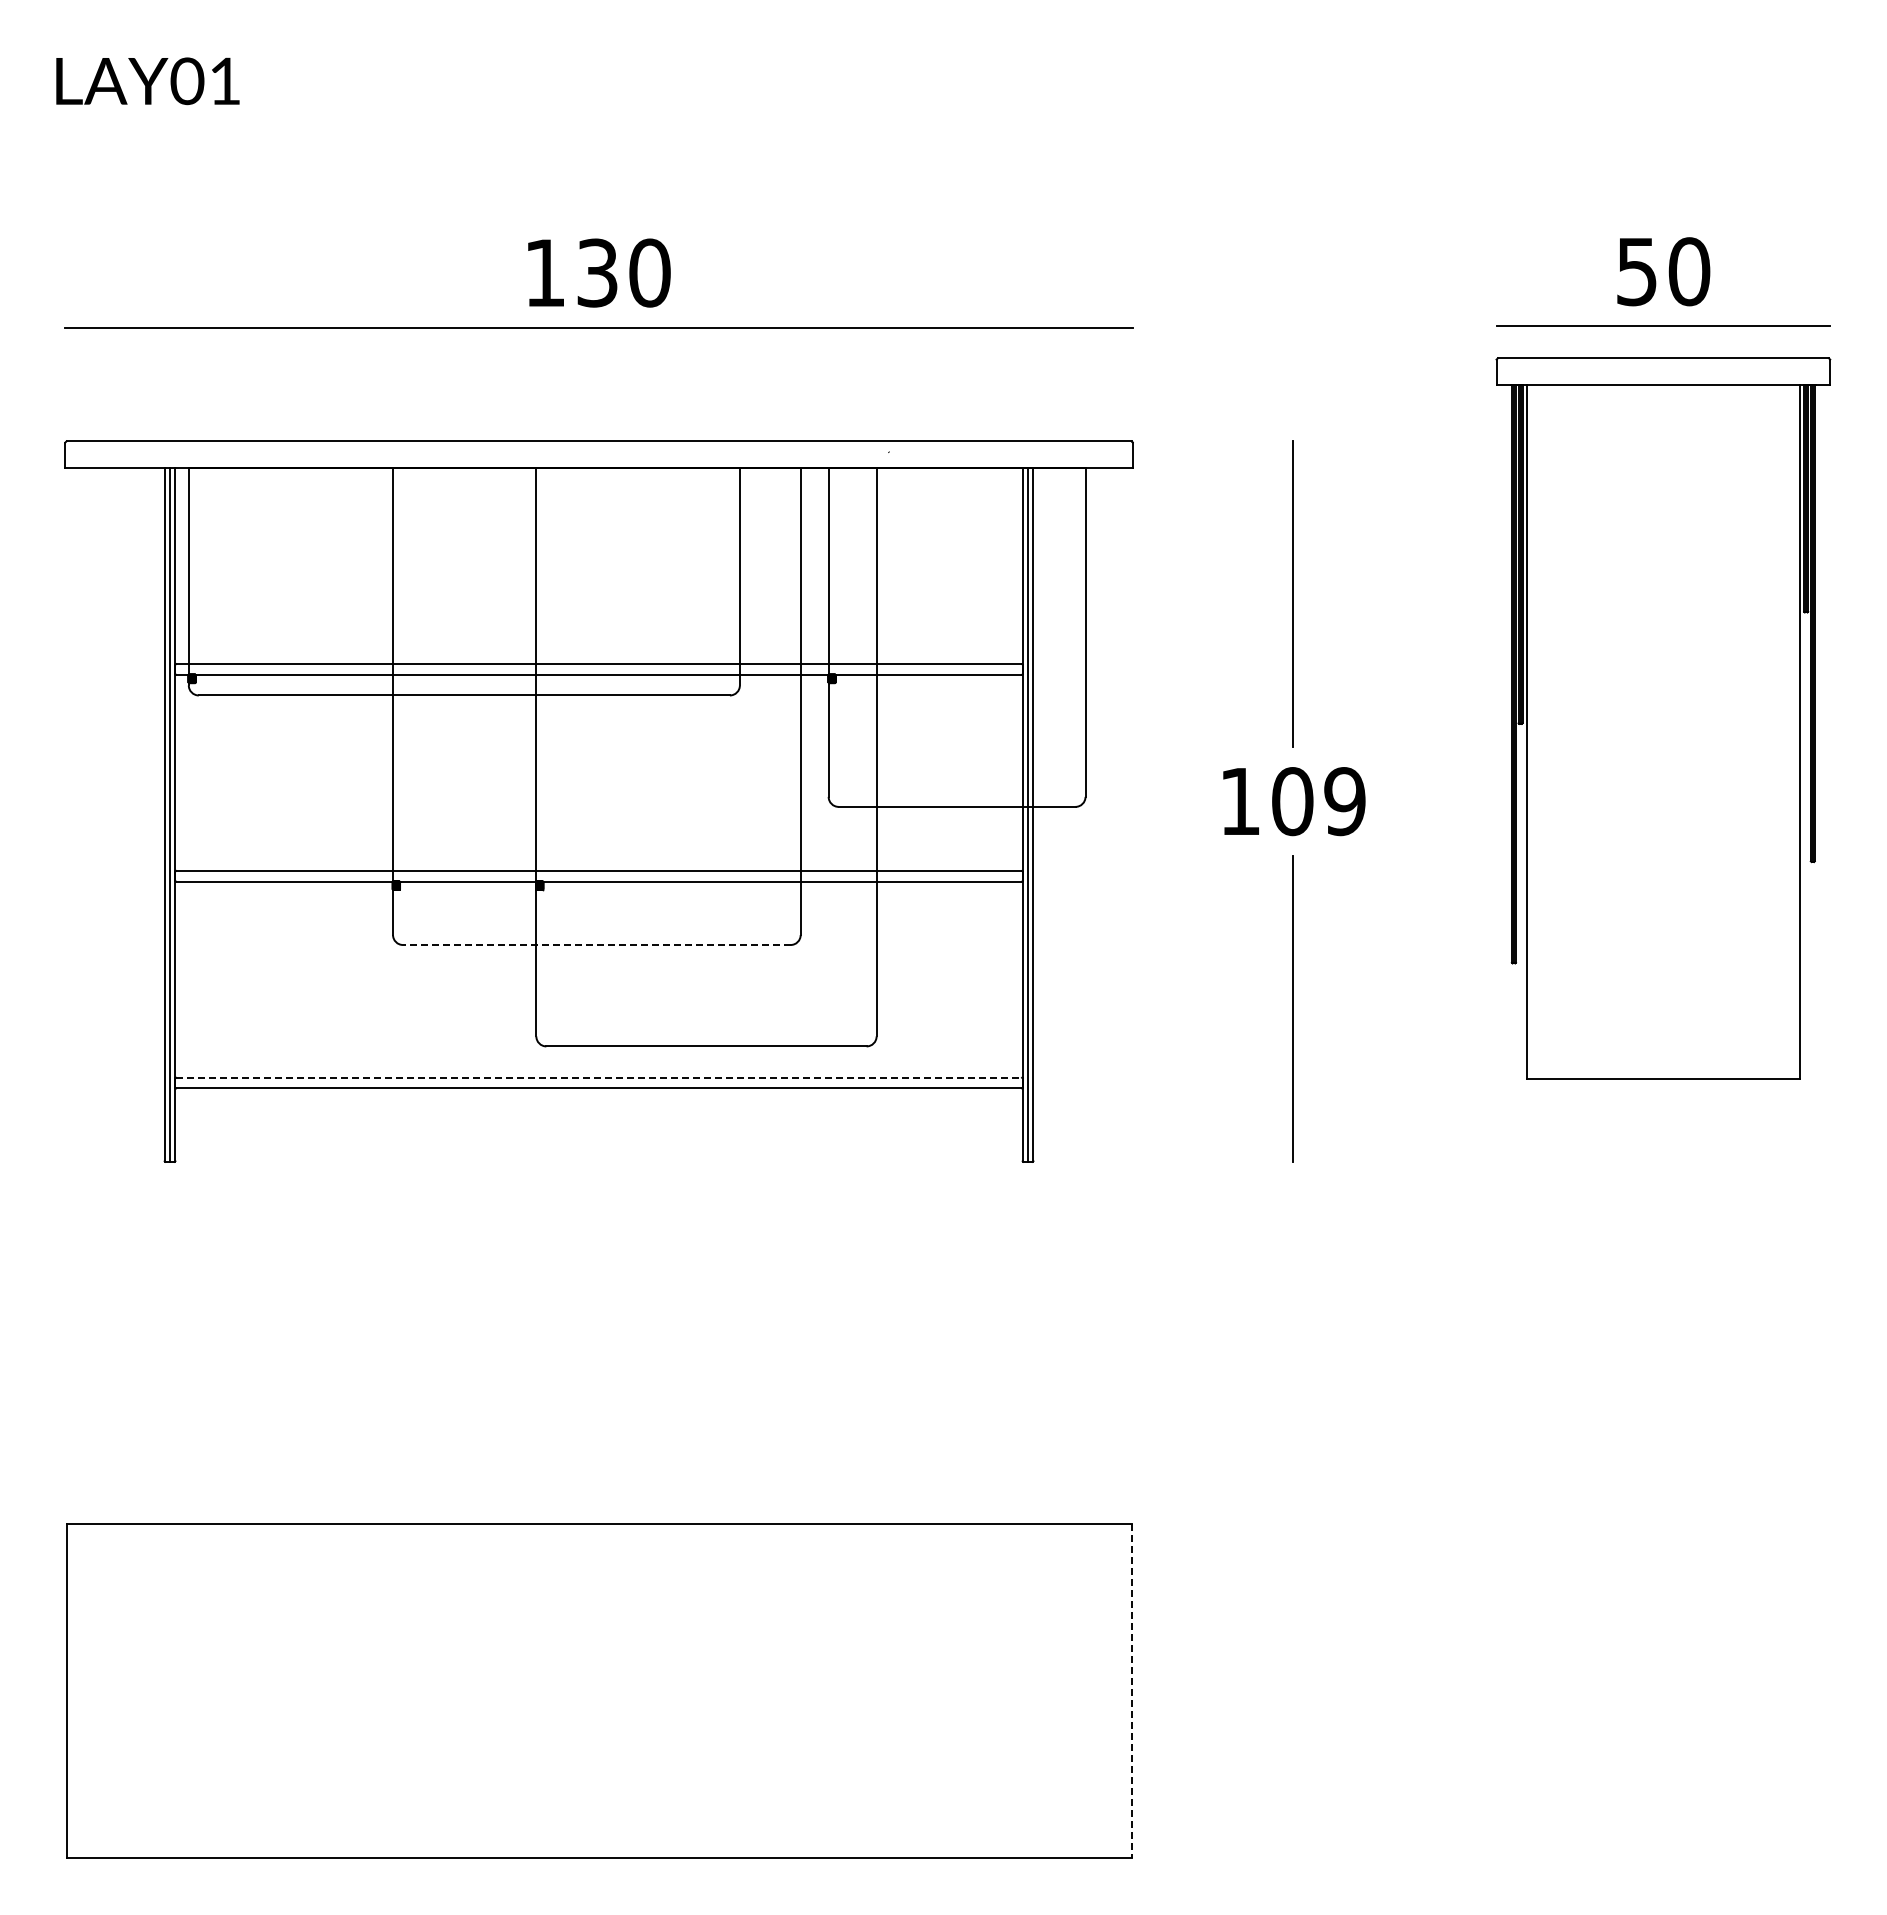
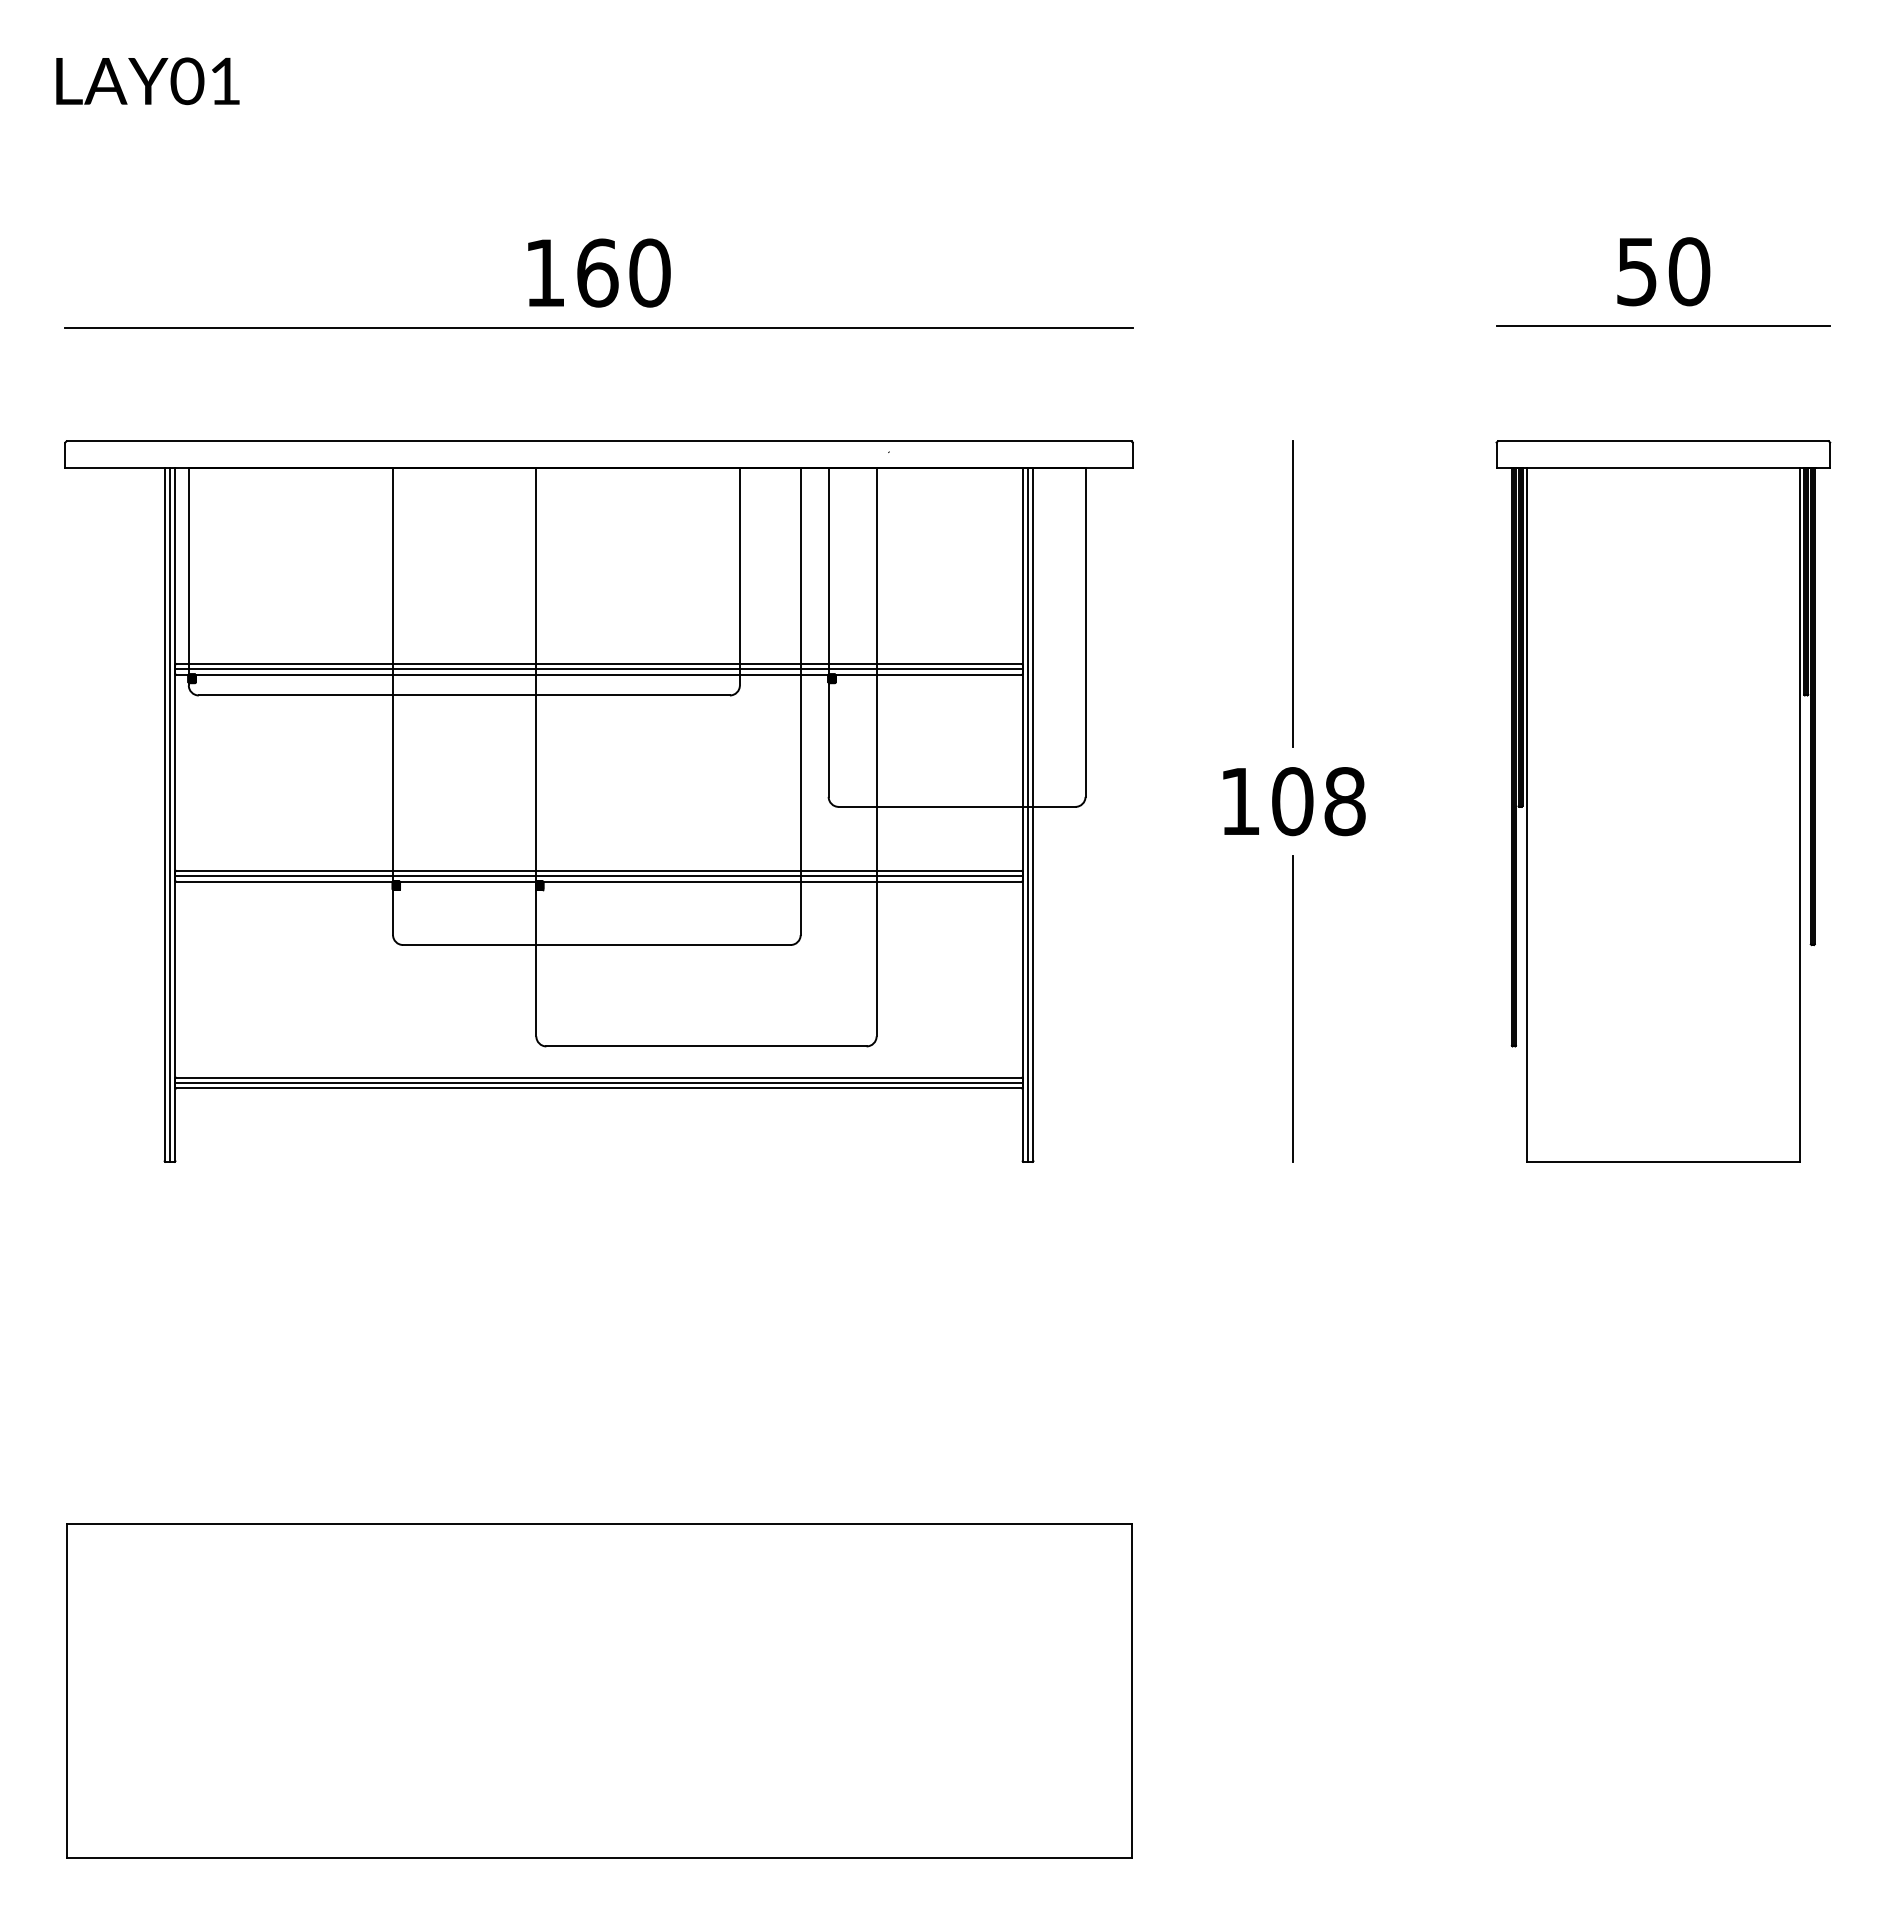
text at (597, 272): 130 -> 160
line at (598, 669): none -> present
part at (1663, 718) position: (1663, 718) -> (1663, 801)
text at (1344, 801): 109 -> 108
line at (598, 876): none -> present
line at (596, 945): dashed -> solid
line at (599, 1077): dashed -> solid
line at (598, 1083): none -> present
line at (1131, 1690): dashed -> solid
